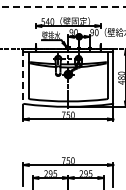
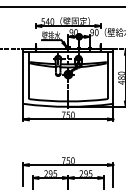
line at (63, 6): dashed -> solid
line at (23, 76): dashed -> solid
